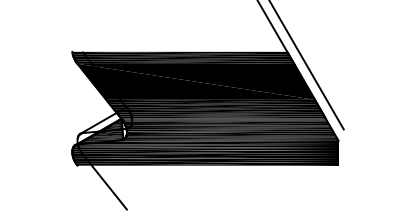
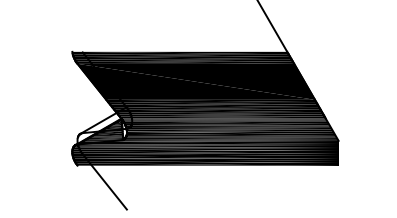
line at (306, 65): present -> none
